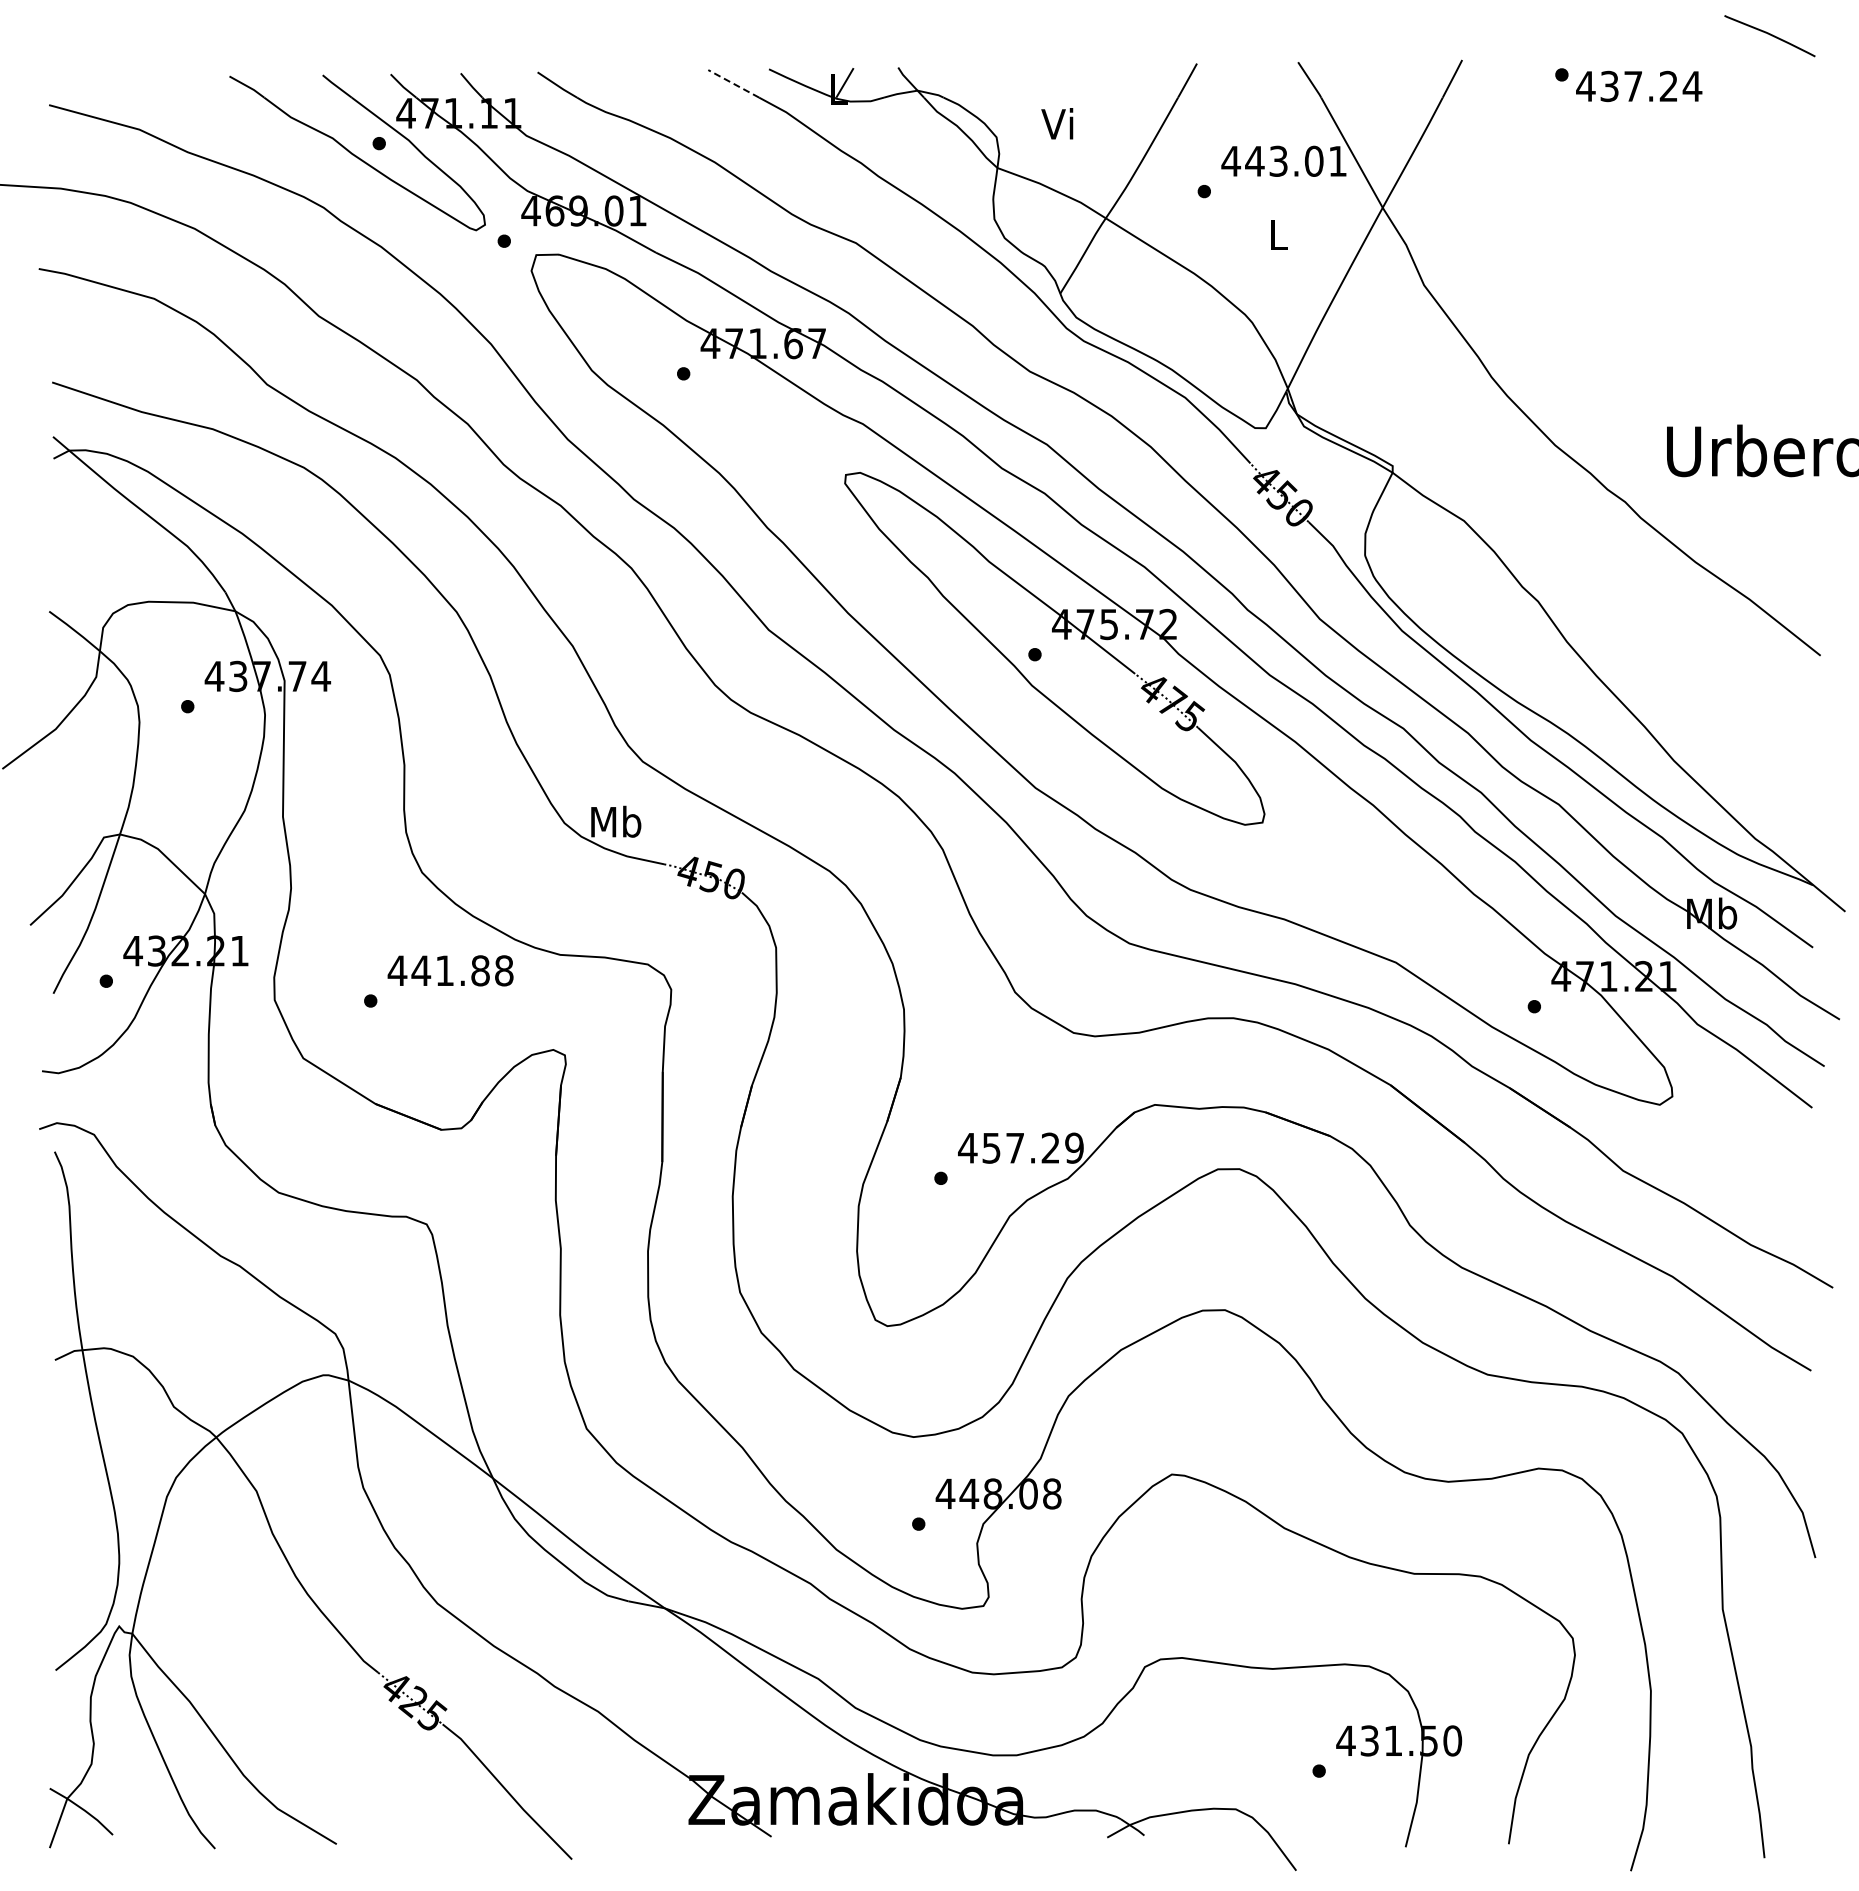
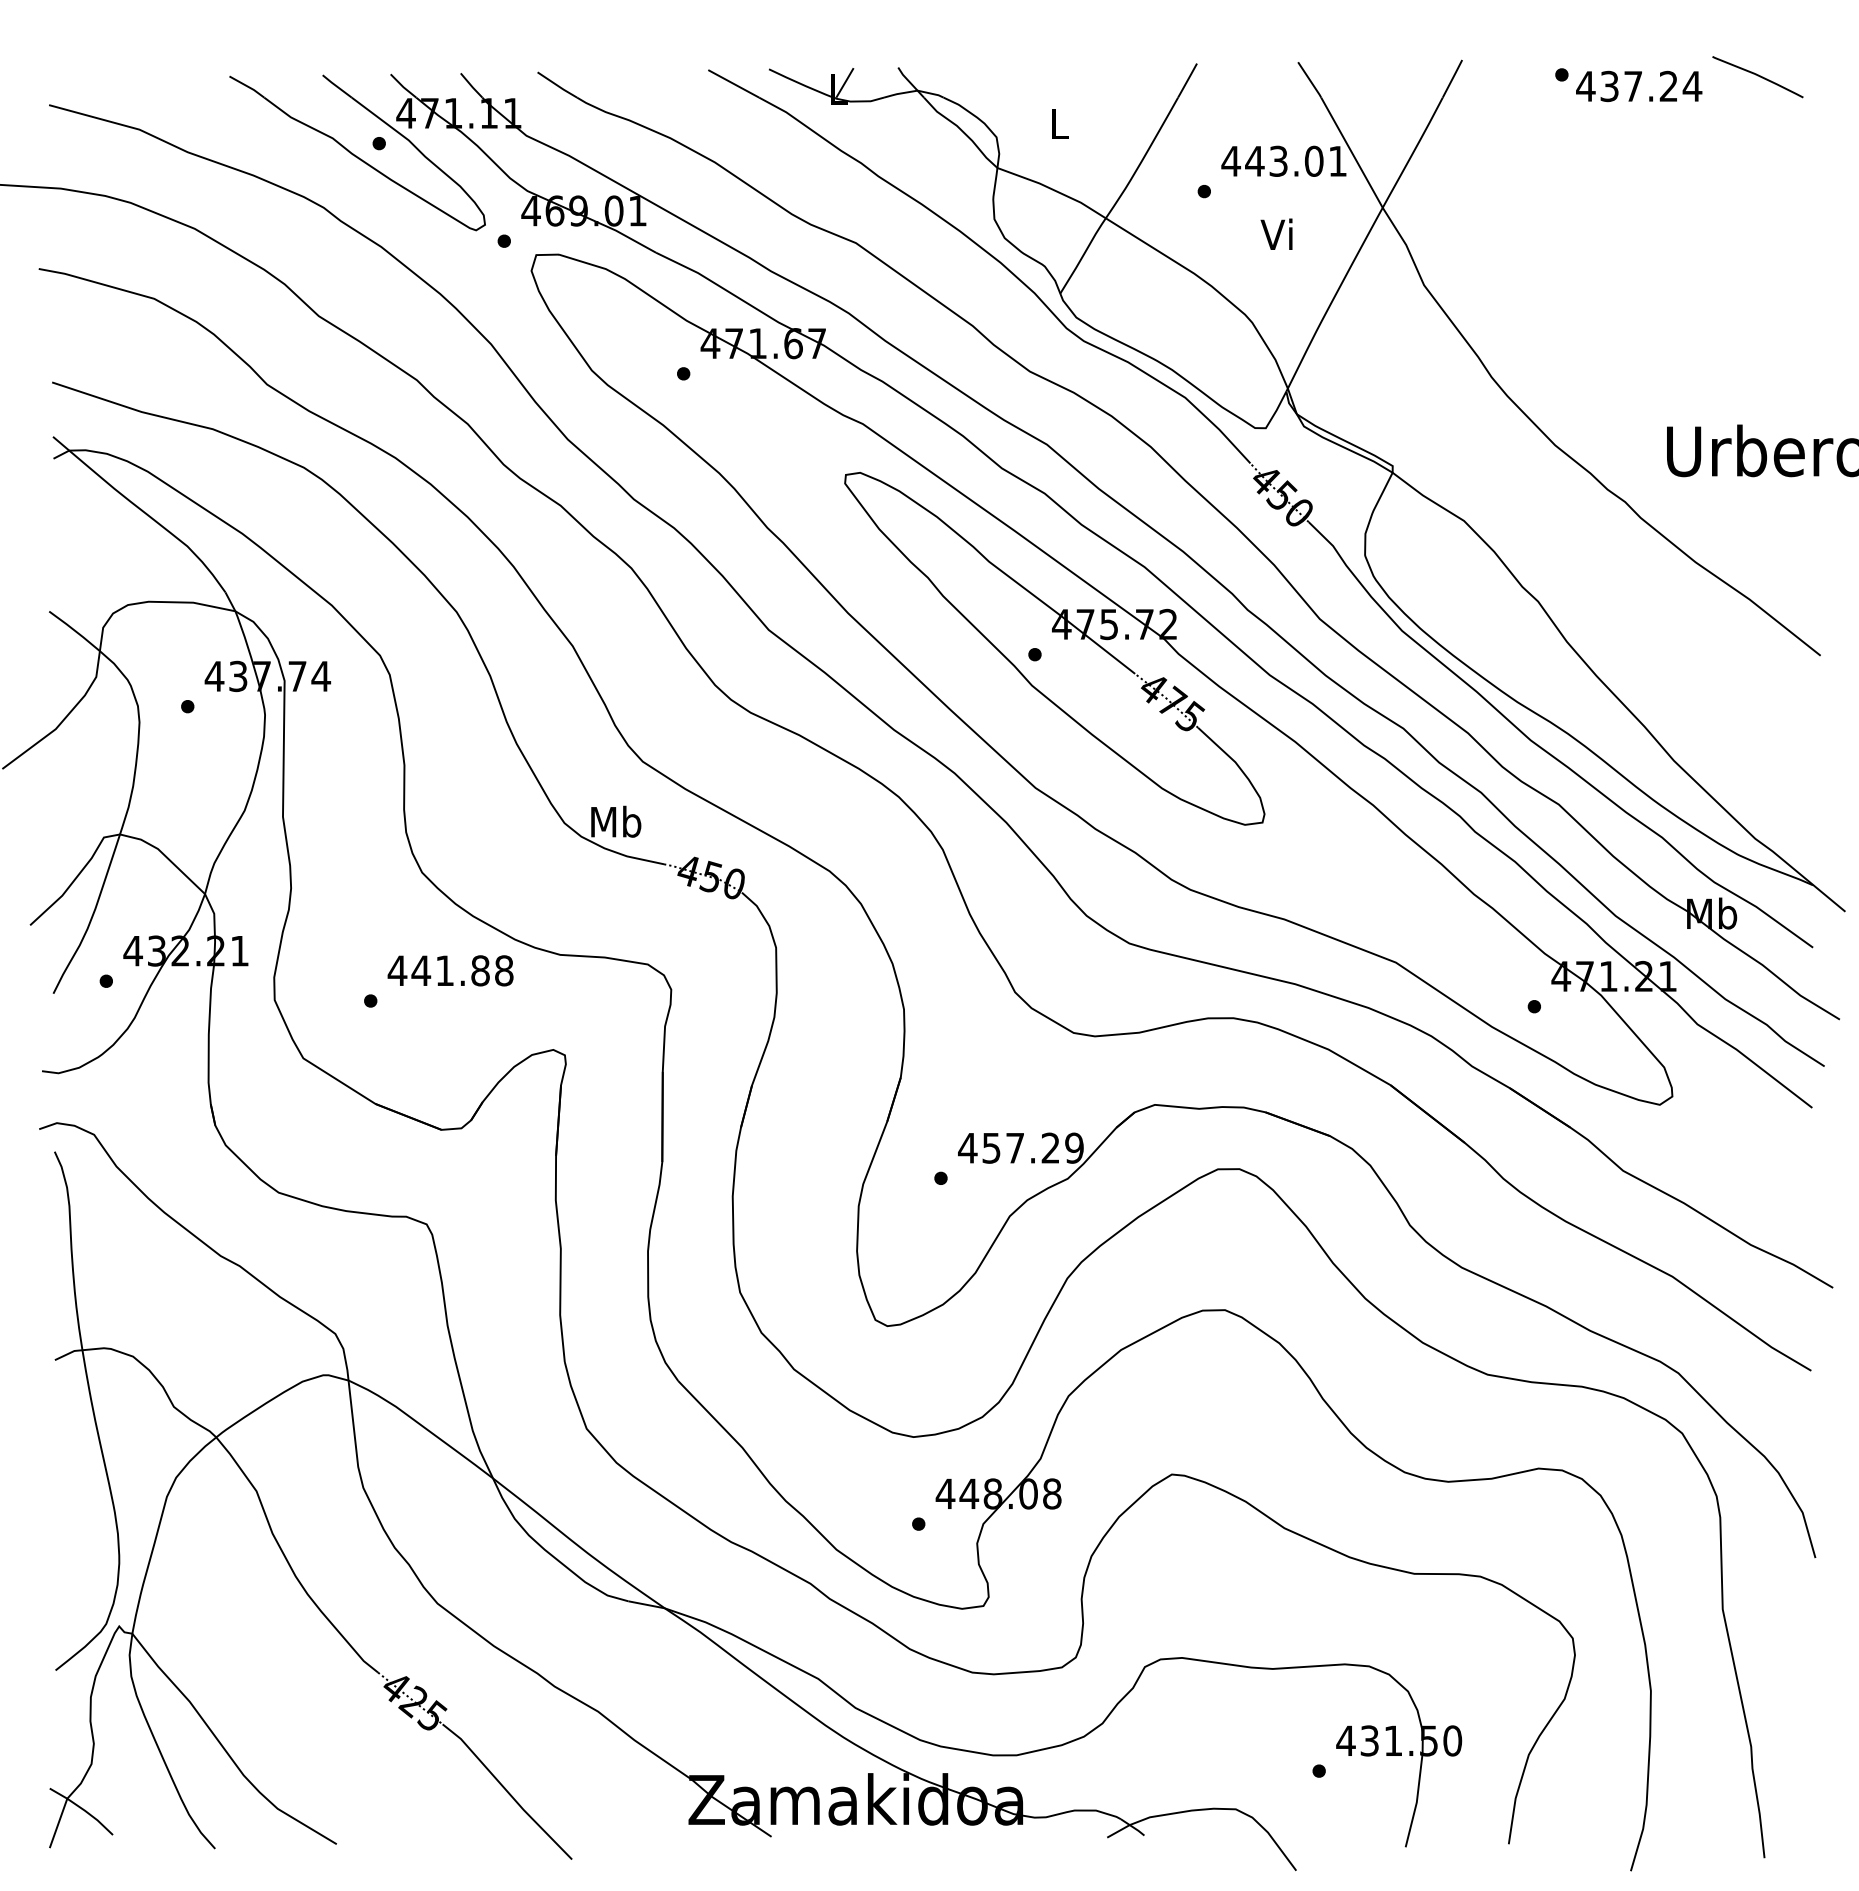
curve at (1769, 35) position: (1769, 35) -> (1757, 76)
line at (733, 83): dashed -> solid
text at (1057, 123): Vi -> L
text at (1276, 233): L -> Vi
